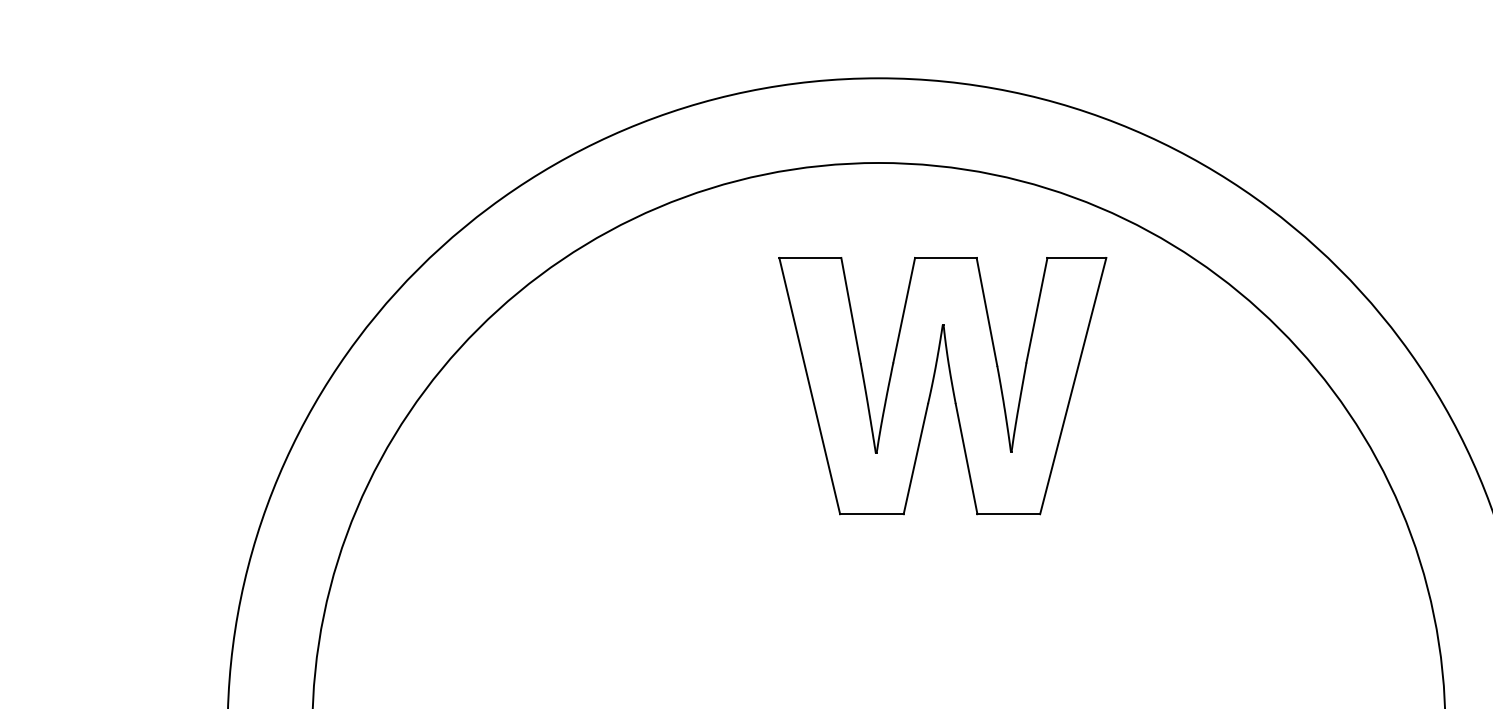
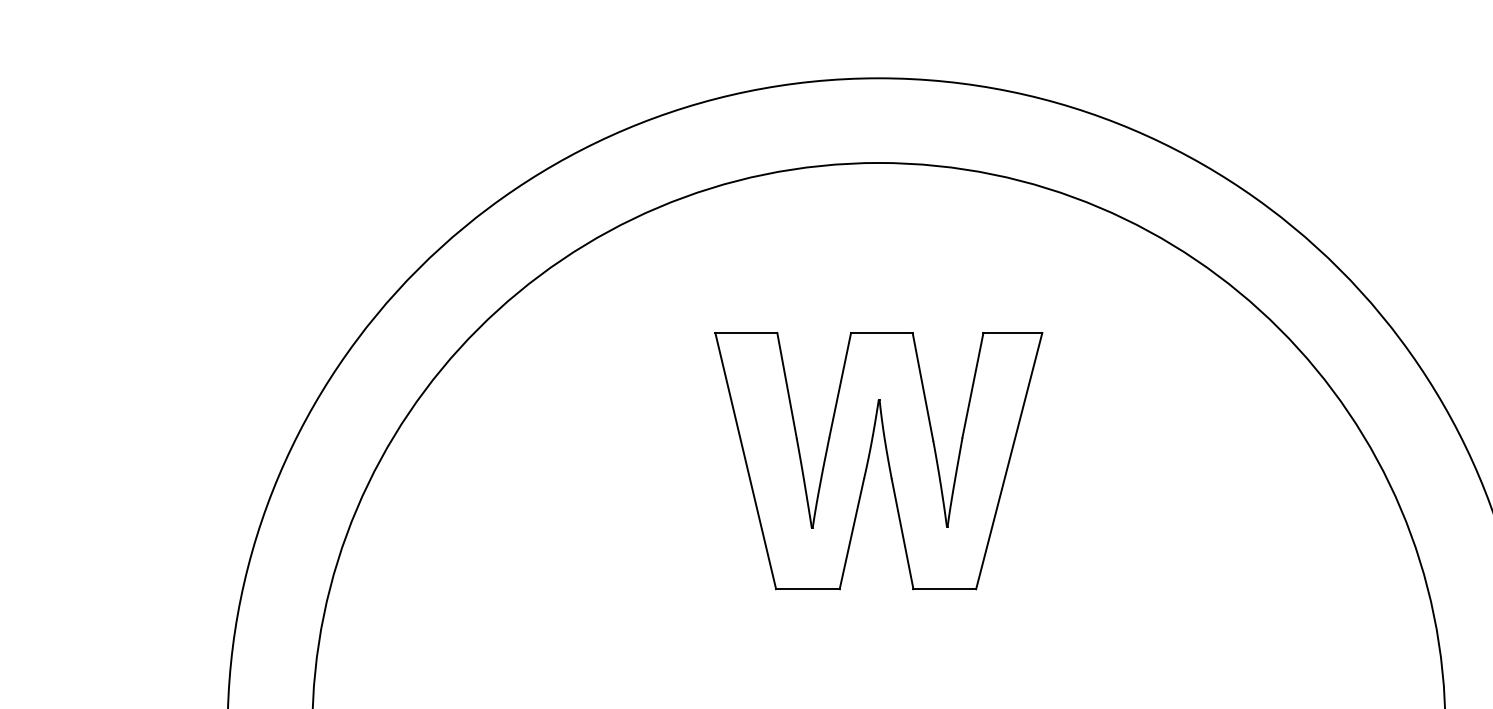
part at (950, 382) position: (950, 382) -> (886, 457)
